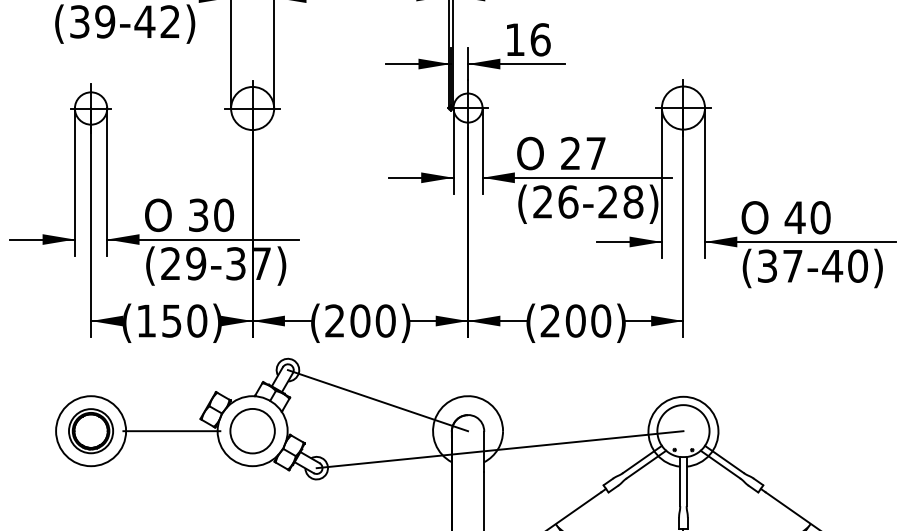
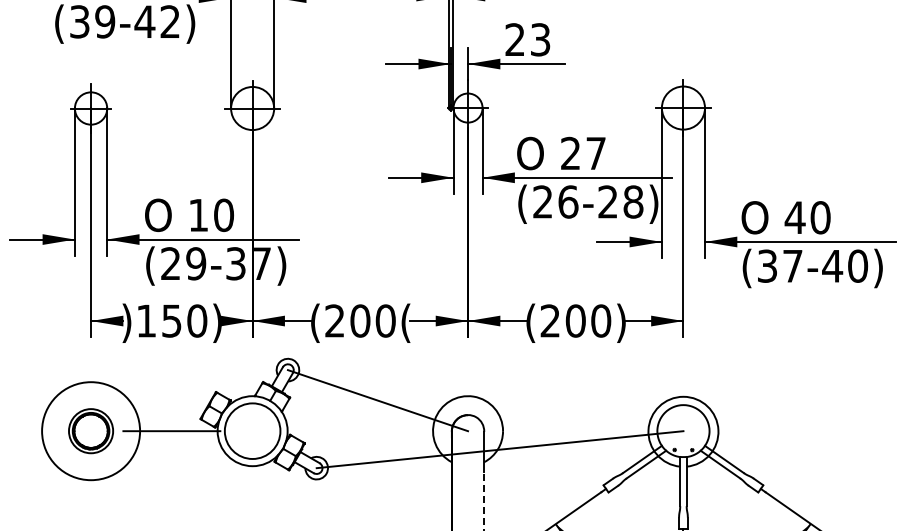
text at (527, 39): 16 -> 23
text at (198, 215): 30 -> 10
text at (126, 322): ( -> )
text at (405, 322): ) -> (
circle at (252, 430) diameter: 44 px -> 56 px
circle at (91, 431) diameter: 70 px -> 98 px
line at (484, 500): solid -> dashed
